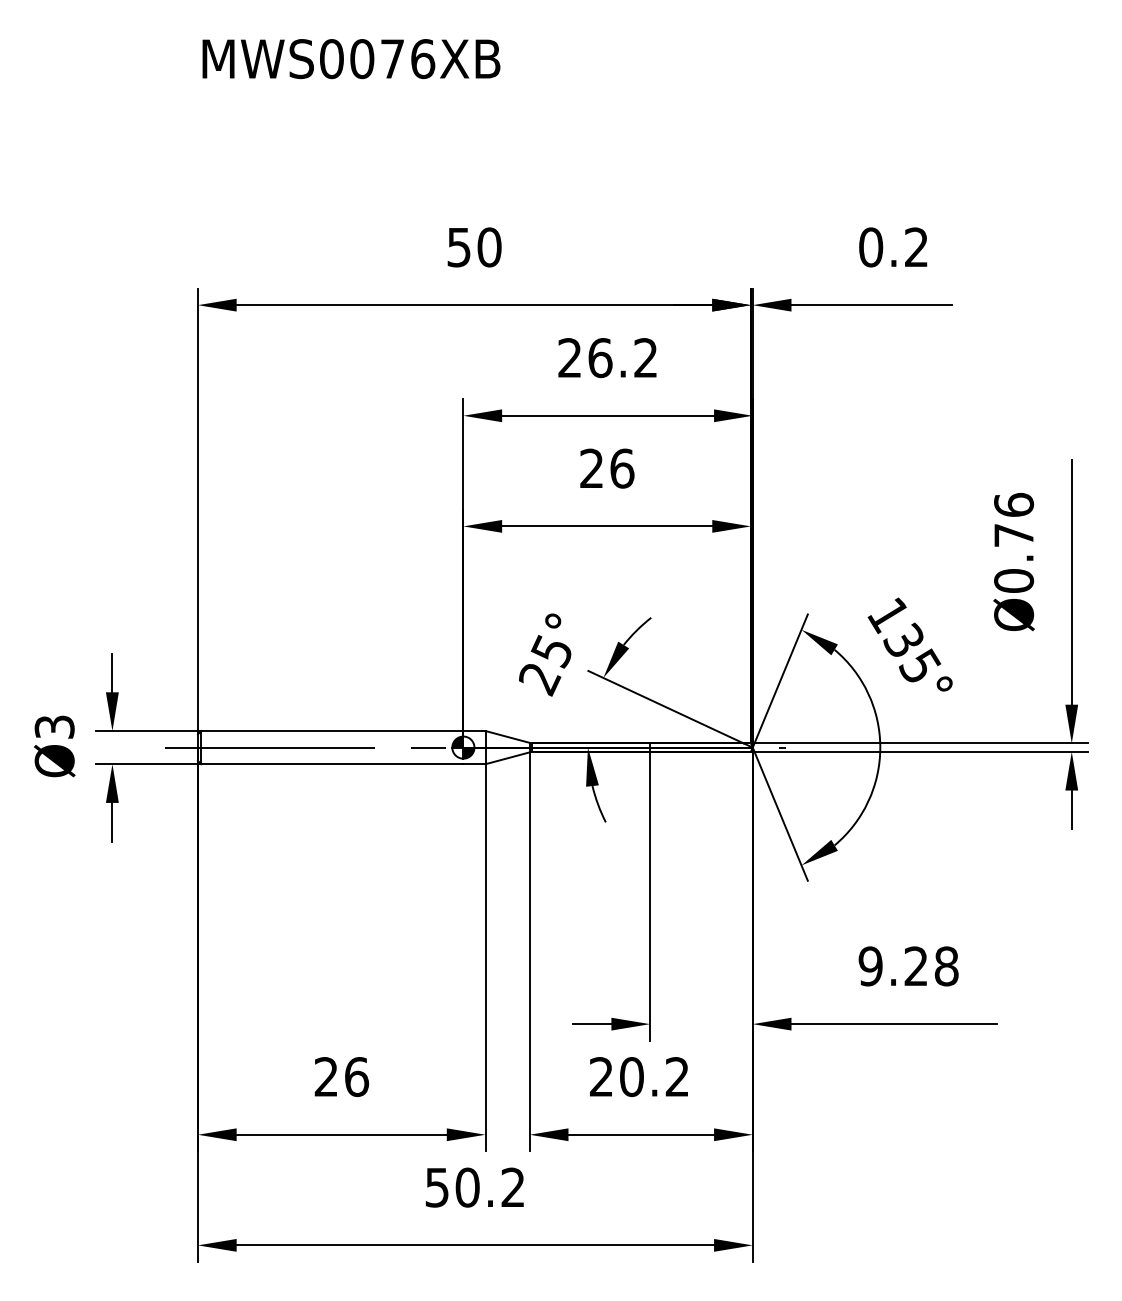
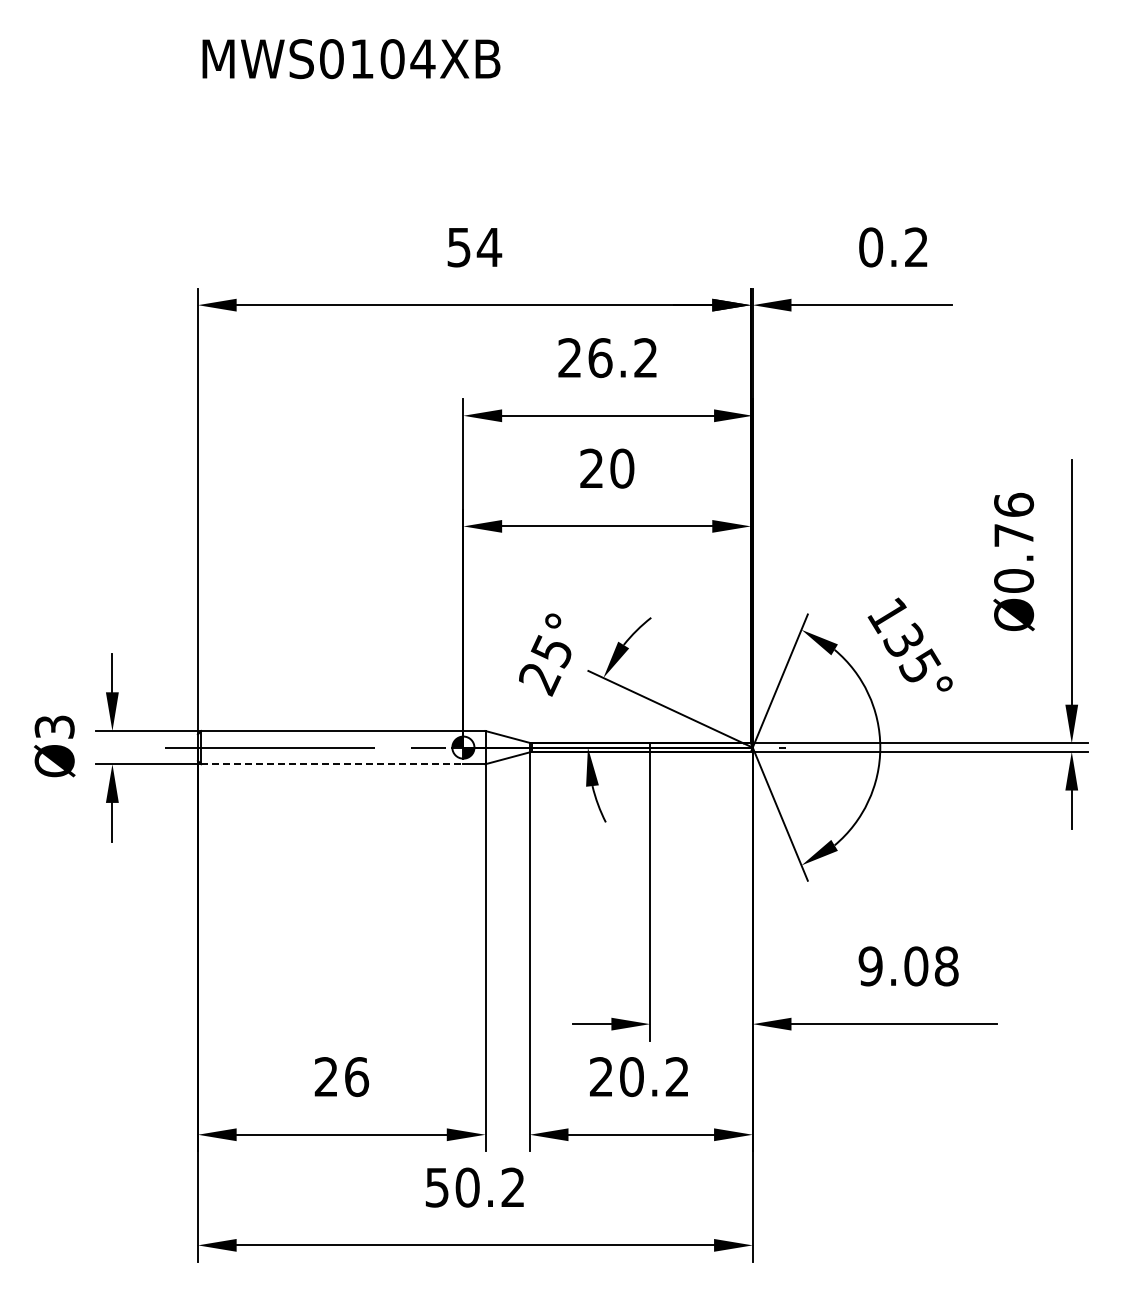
text at (392, 59): MWS0076XB -> MWS0104XB
text at (489, 247): 50 -> 54
text at (622, 468): 26 -> 20
line at (332, 764): solid -> dashed
text at (916, 966): 9.28 -> 9.08
